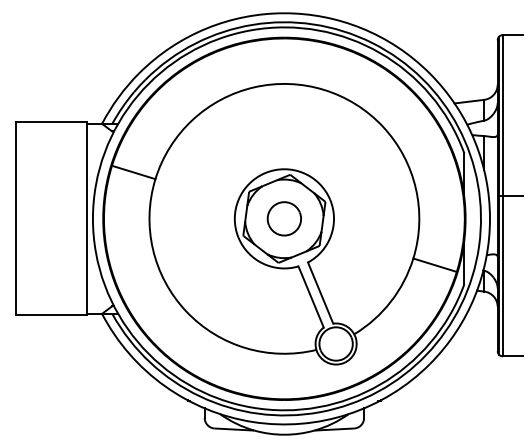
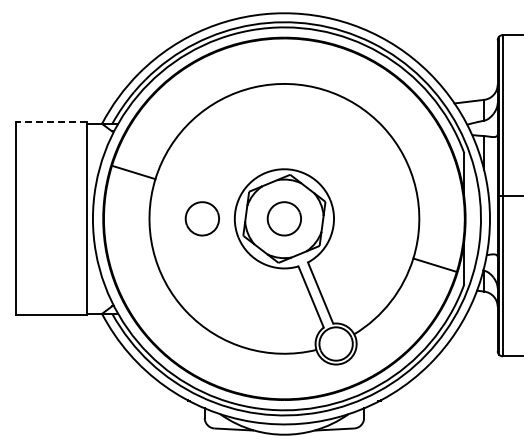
line at (50, 122): solid -> dashed
part at (201, 218): none -> present
